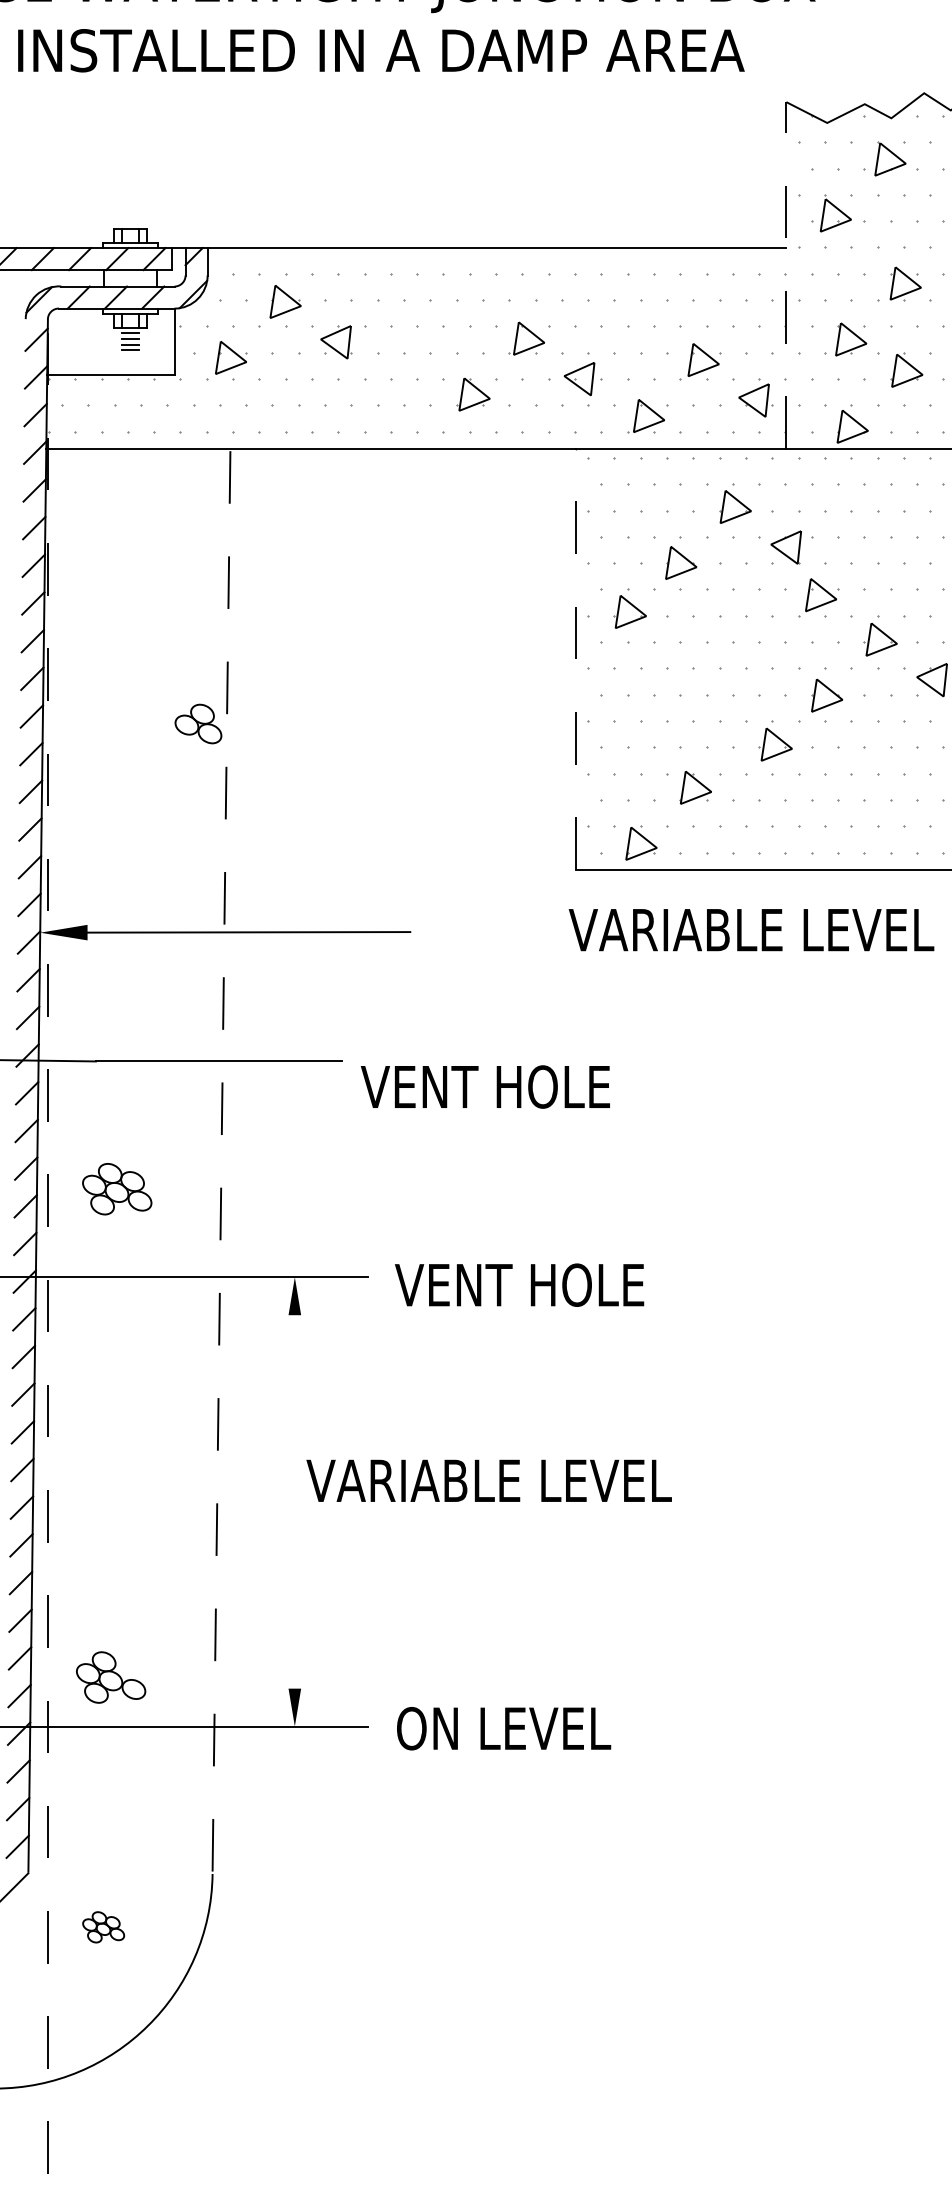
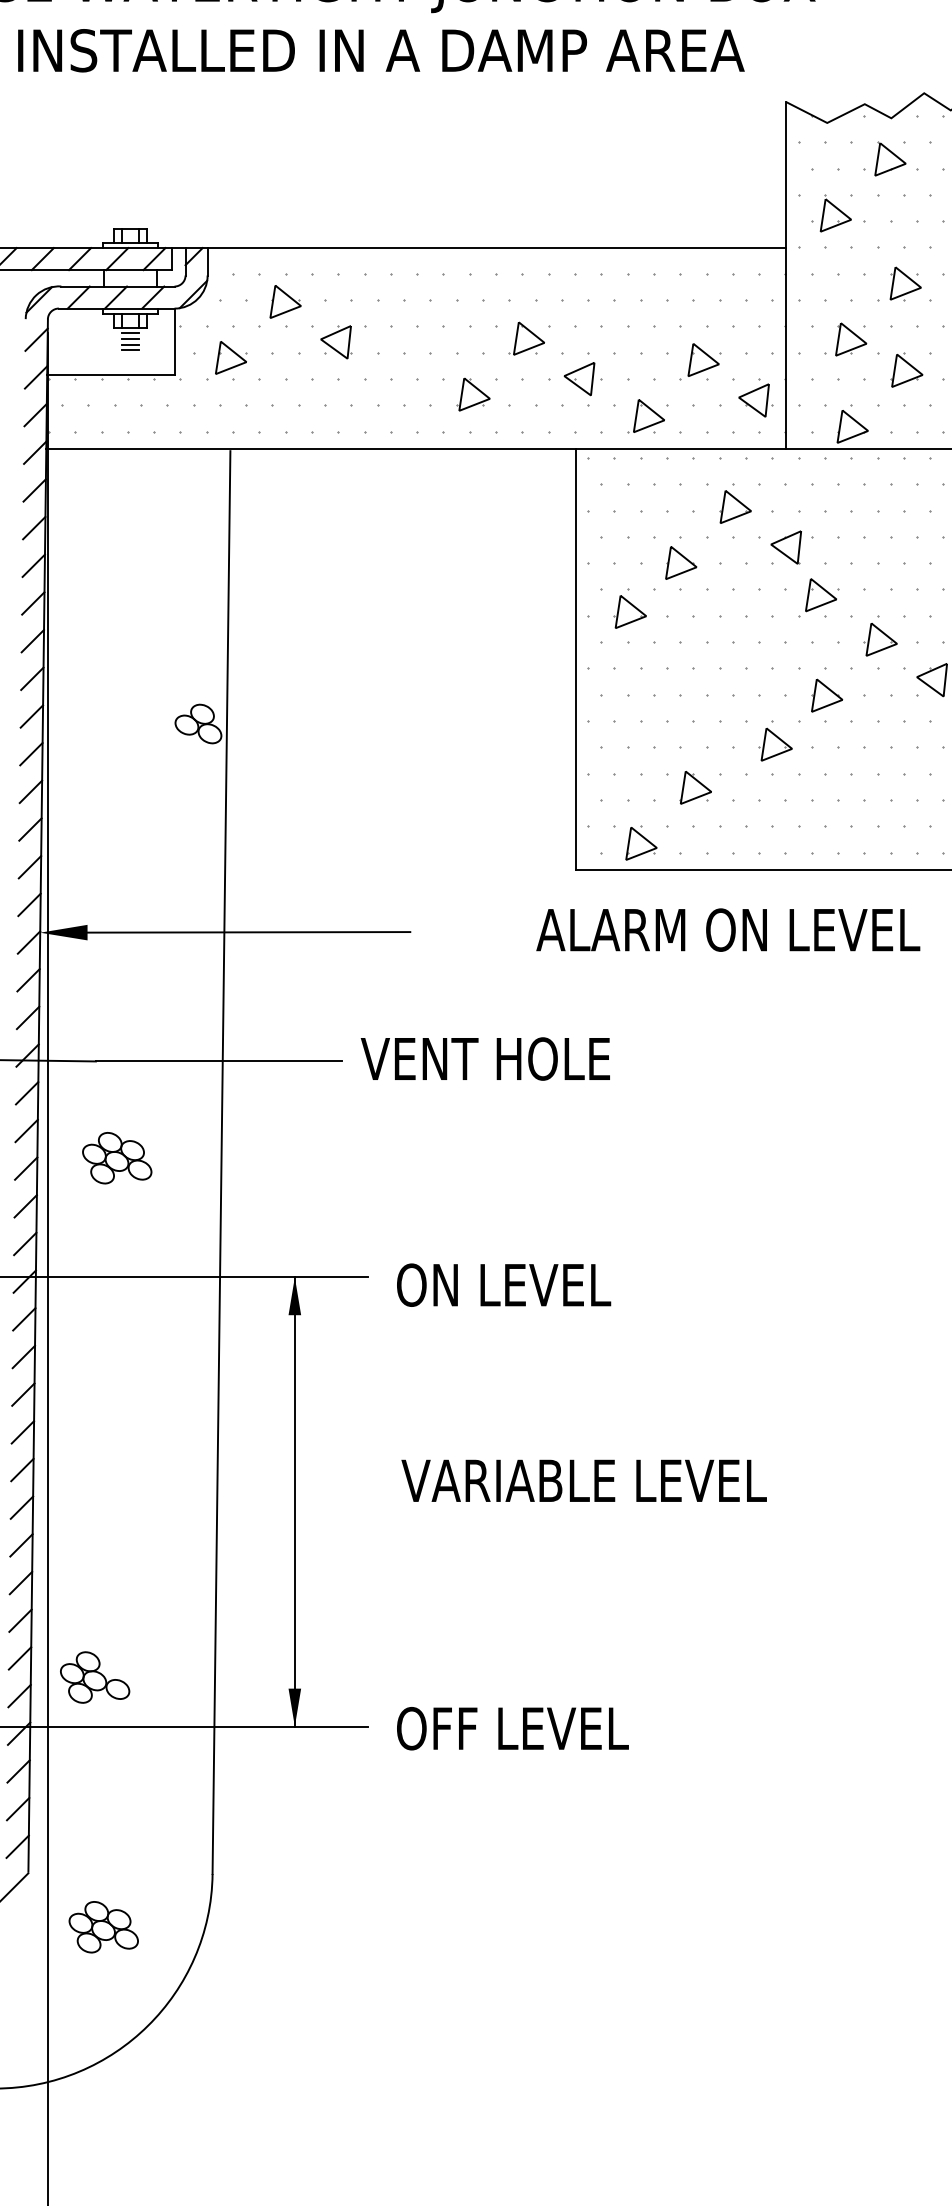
line at (786, 274): dashed -> solid
line at (575, 658): dashed -> solid
text at (735, 929): VARIABLE LEVEL -> ALARM ON LEVEL
text at (484, 1086) position: (484, 1086) -> (484, 1058)
line at (221, 1163): dashed -> solid
part at (117, 1189) position: (117, 1189) -> (117, 1158)
line at (47, 1269): dashed -> solid
text at (519, 1284): VENT HOLE -> ON LEVEL
text at (488, 1480) position: (488, 1480) -> (583, 1480)
line at (294, 1501): none -> present
part at (111, 1677) position: (111, 1677) -> (95, 1677)
text at (532, 1728): ON LEVEL -> OFF LEVEL
part at (103, 1927) size: 44x33 px -> 71x53 px
